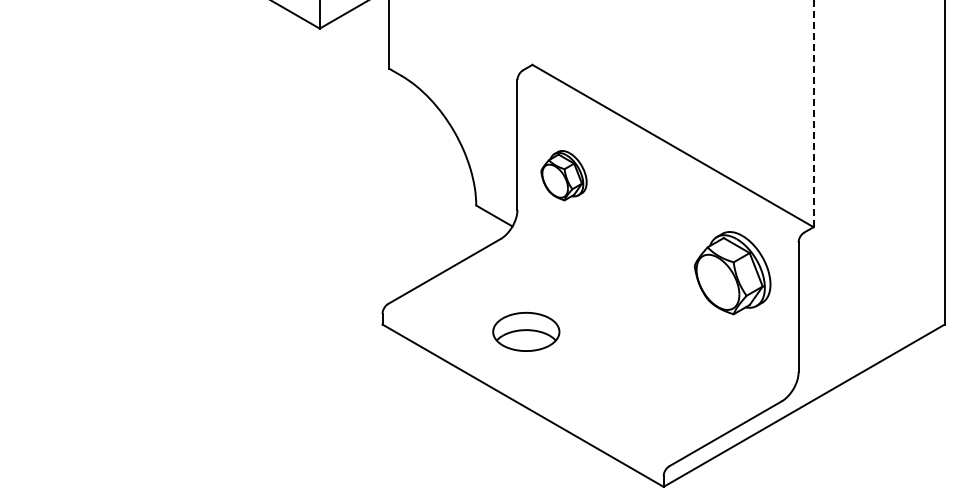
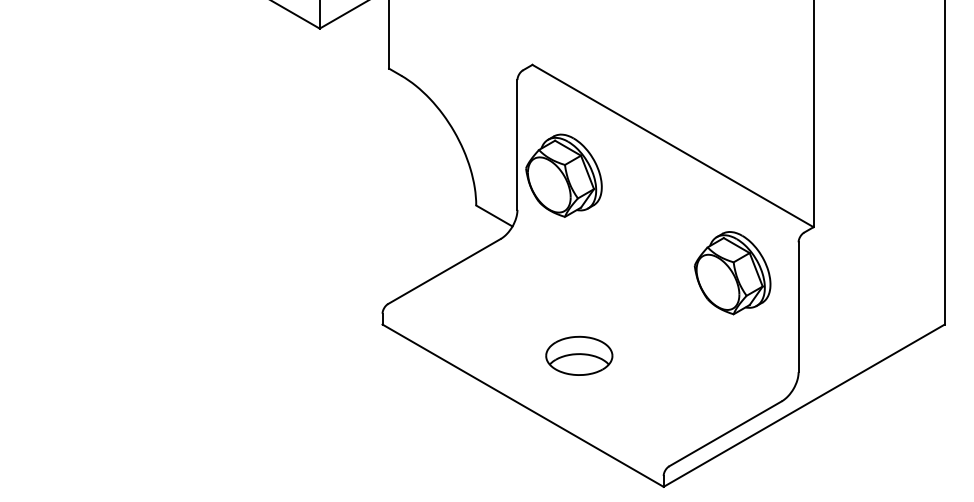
line at (813, 113): dashed -> solid
part at (563, 175) size: 48x52 px -> 78x85 px
part at (526, 331) position: (526, 331) -> (579, 355)
